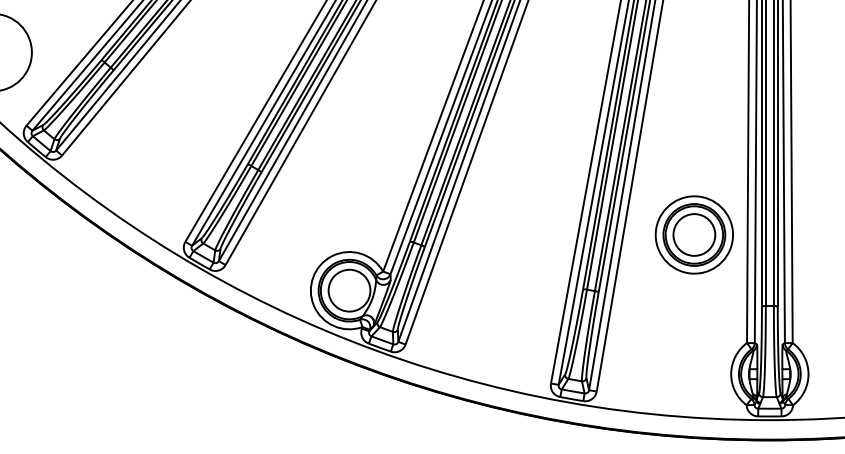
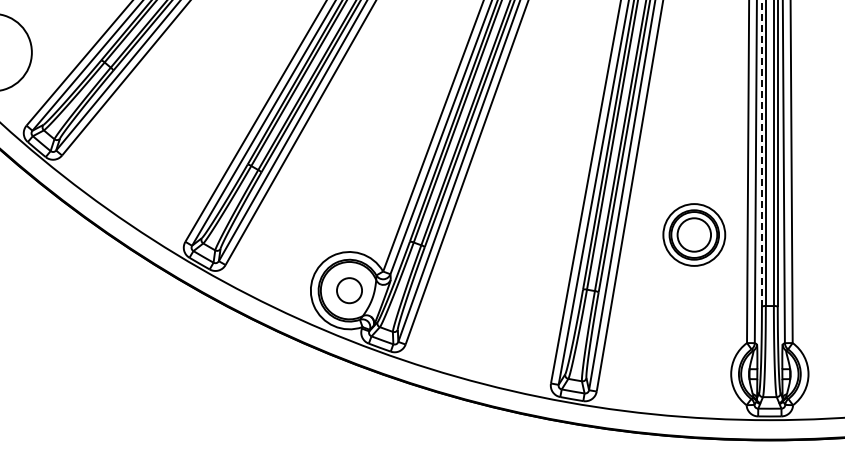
line at (761, 153): solid -> dashed
part at (693, 234) size: 80x80 px -> 65x64 px
circle at (349, 290) diameter: 42 px -> 25 px
